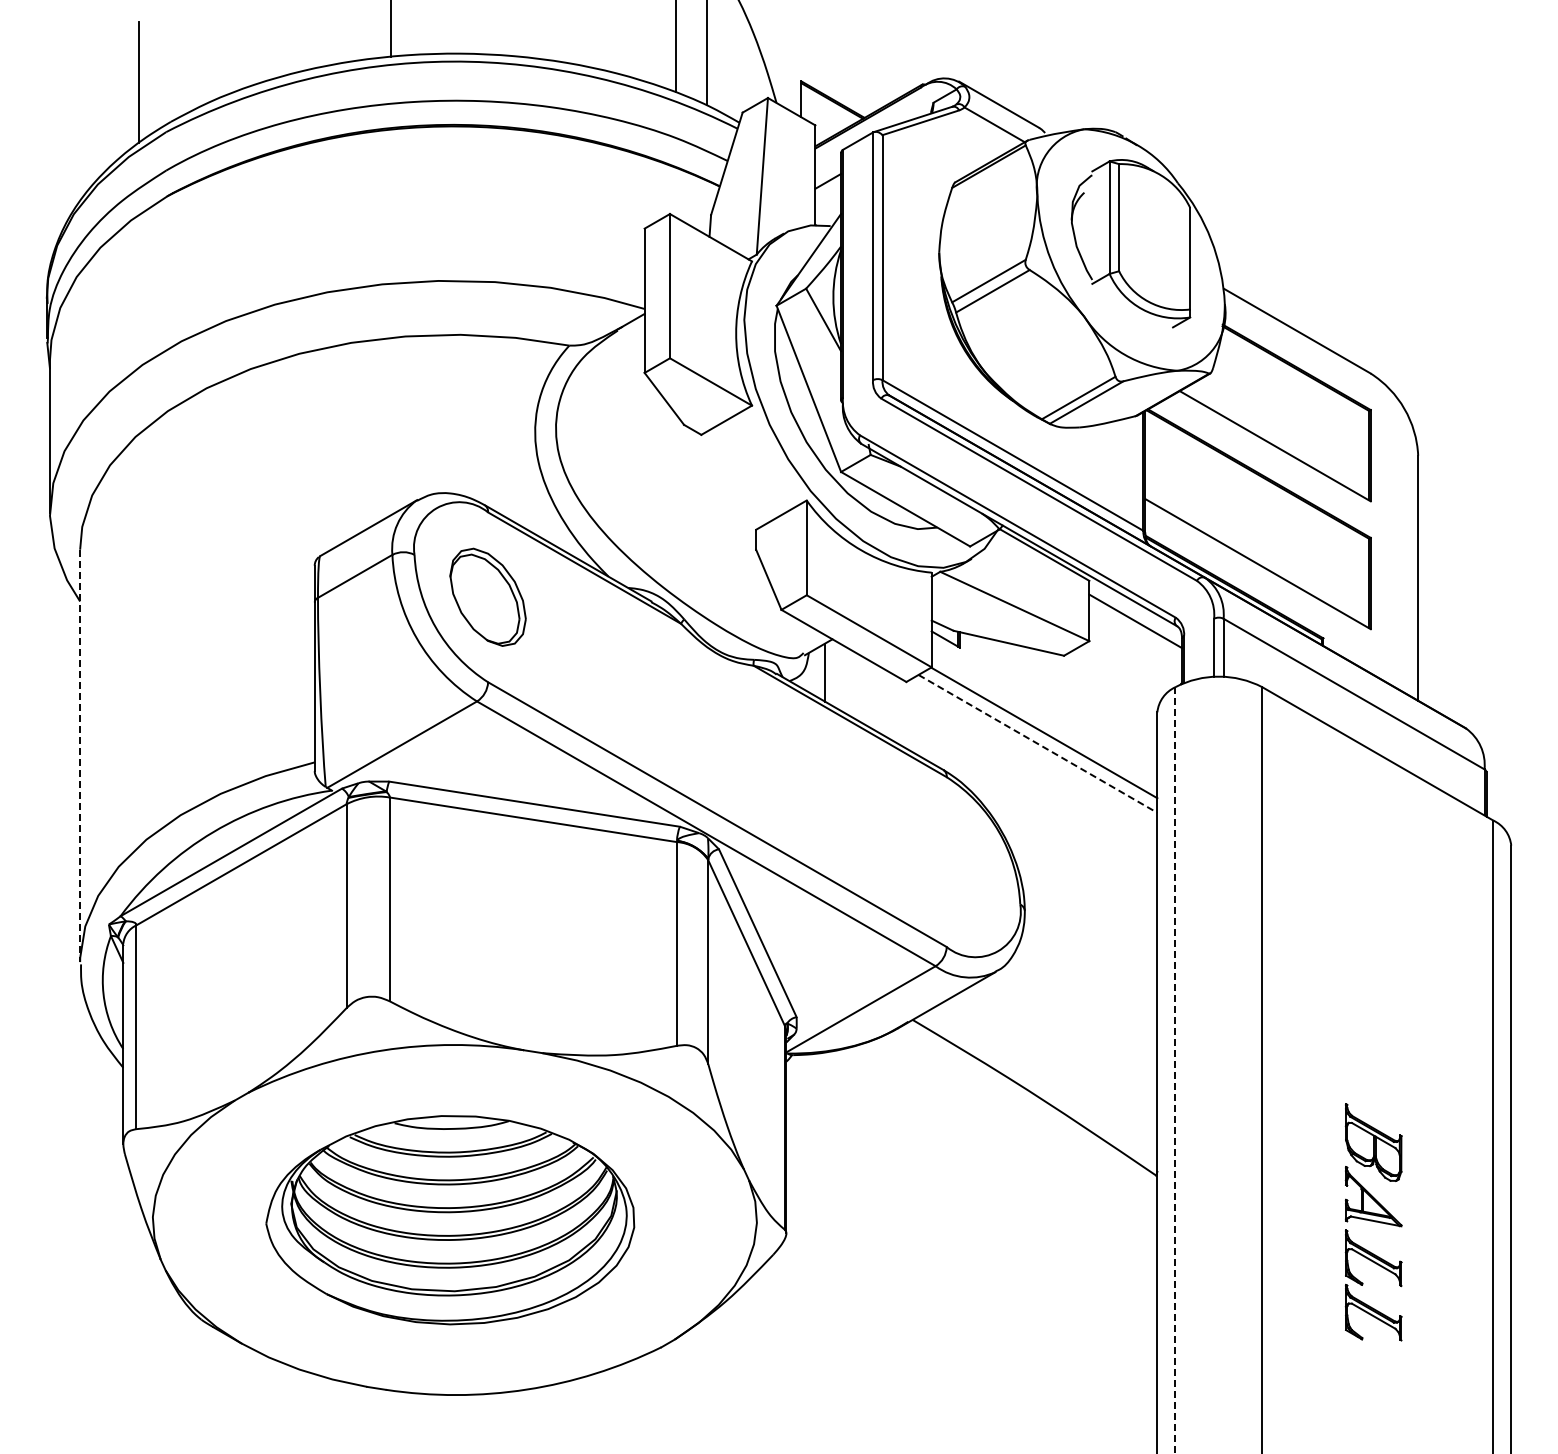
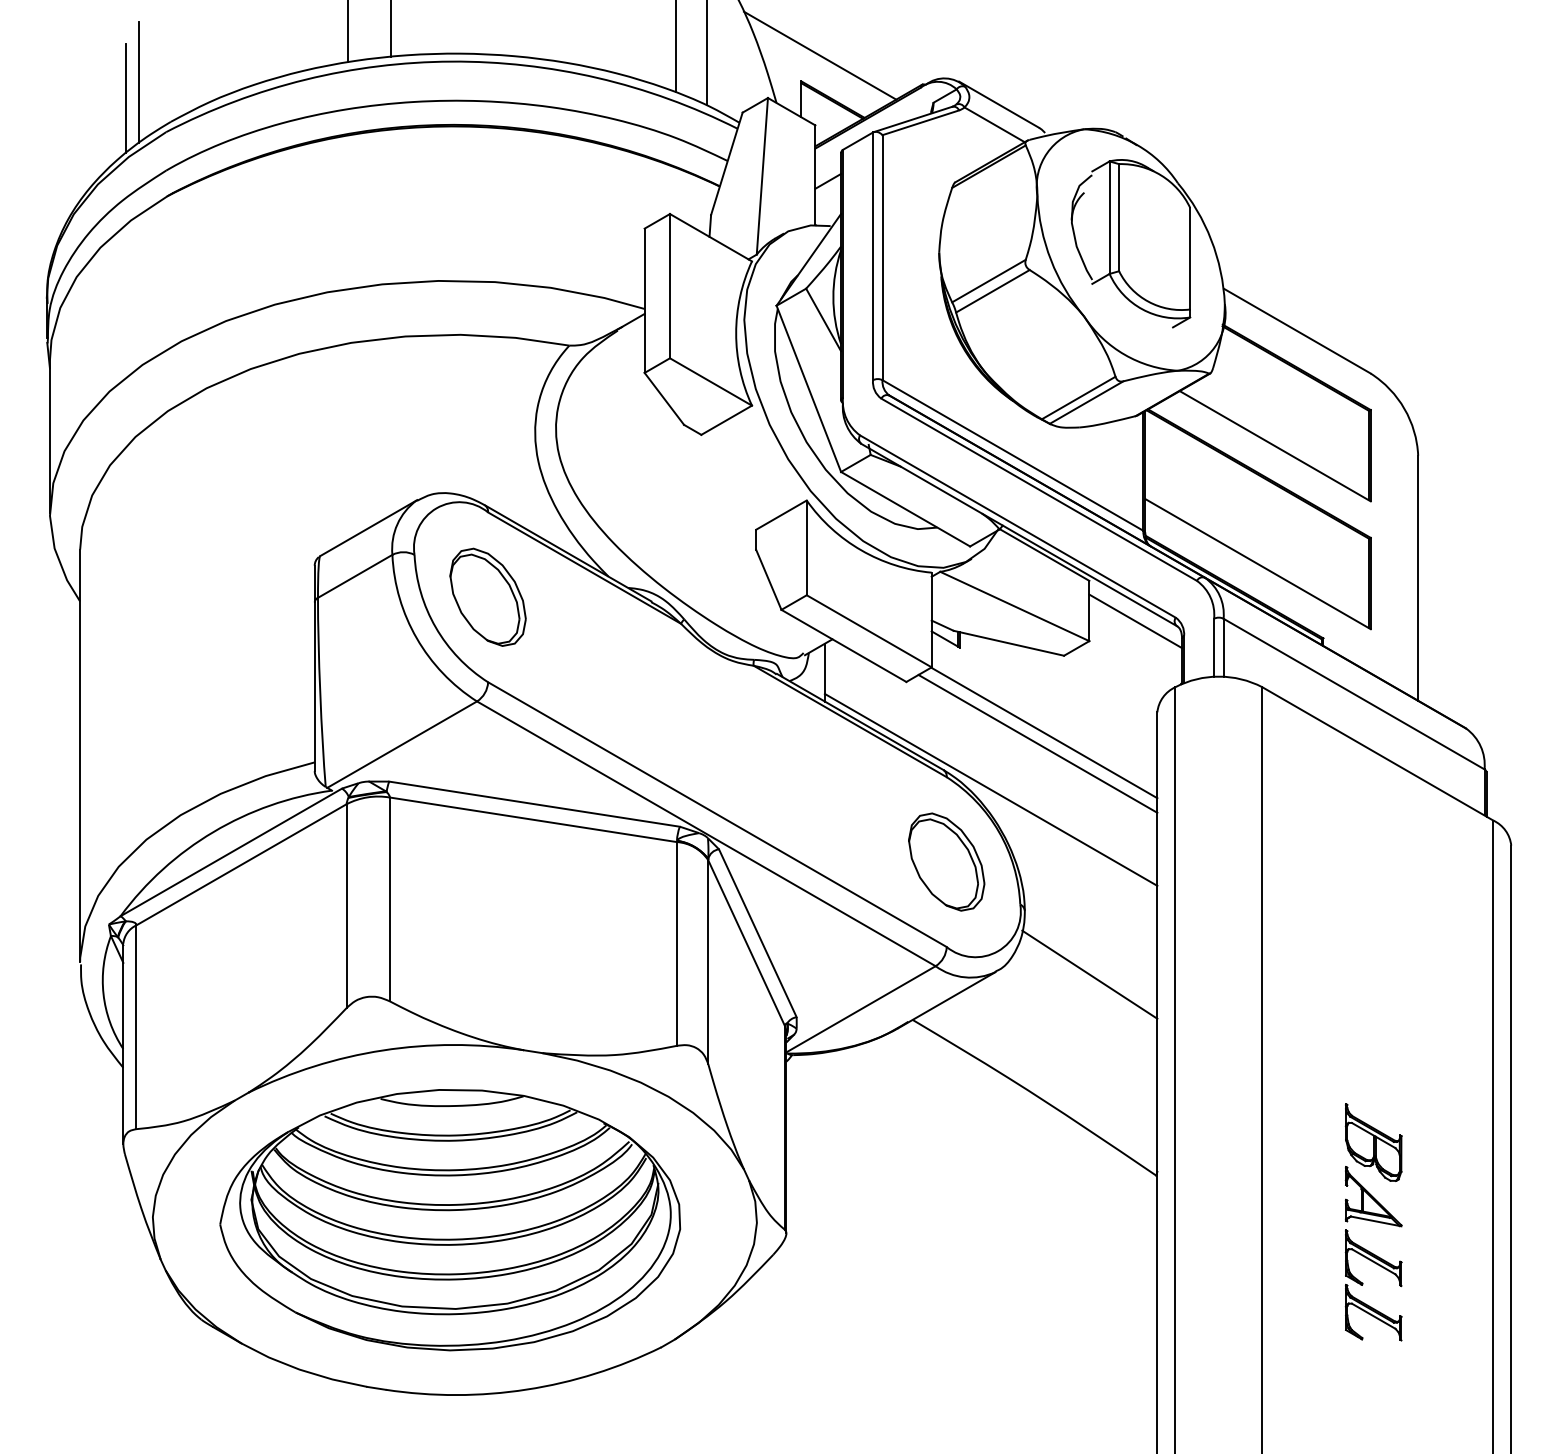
line at (347, 32): none -> present
line at (819, 55): none -> present
line at (125, 98): none -> present
line at (1037, 743): dashed -> solid
line at (80, 756): dashed -> solid
line at (990, 789): none -> present
part at (946, 861): none -> present
line at (1089, 974): none -> present
line at (1175, 1070): dashed -> solid
part at (450, 1220) size: 371x211 px -> 463x263 px
